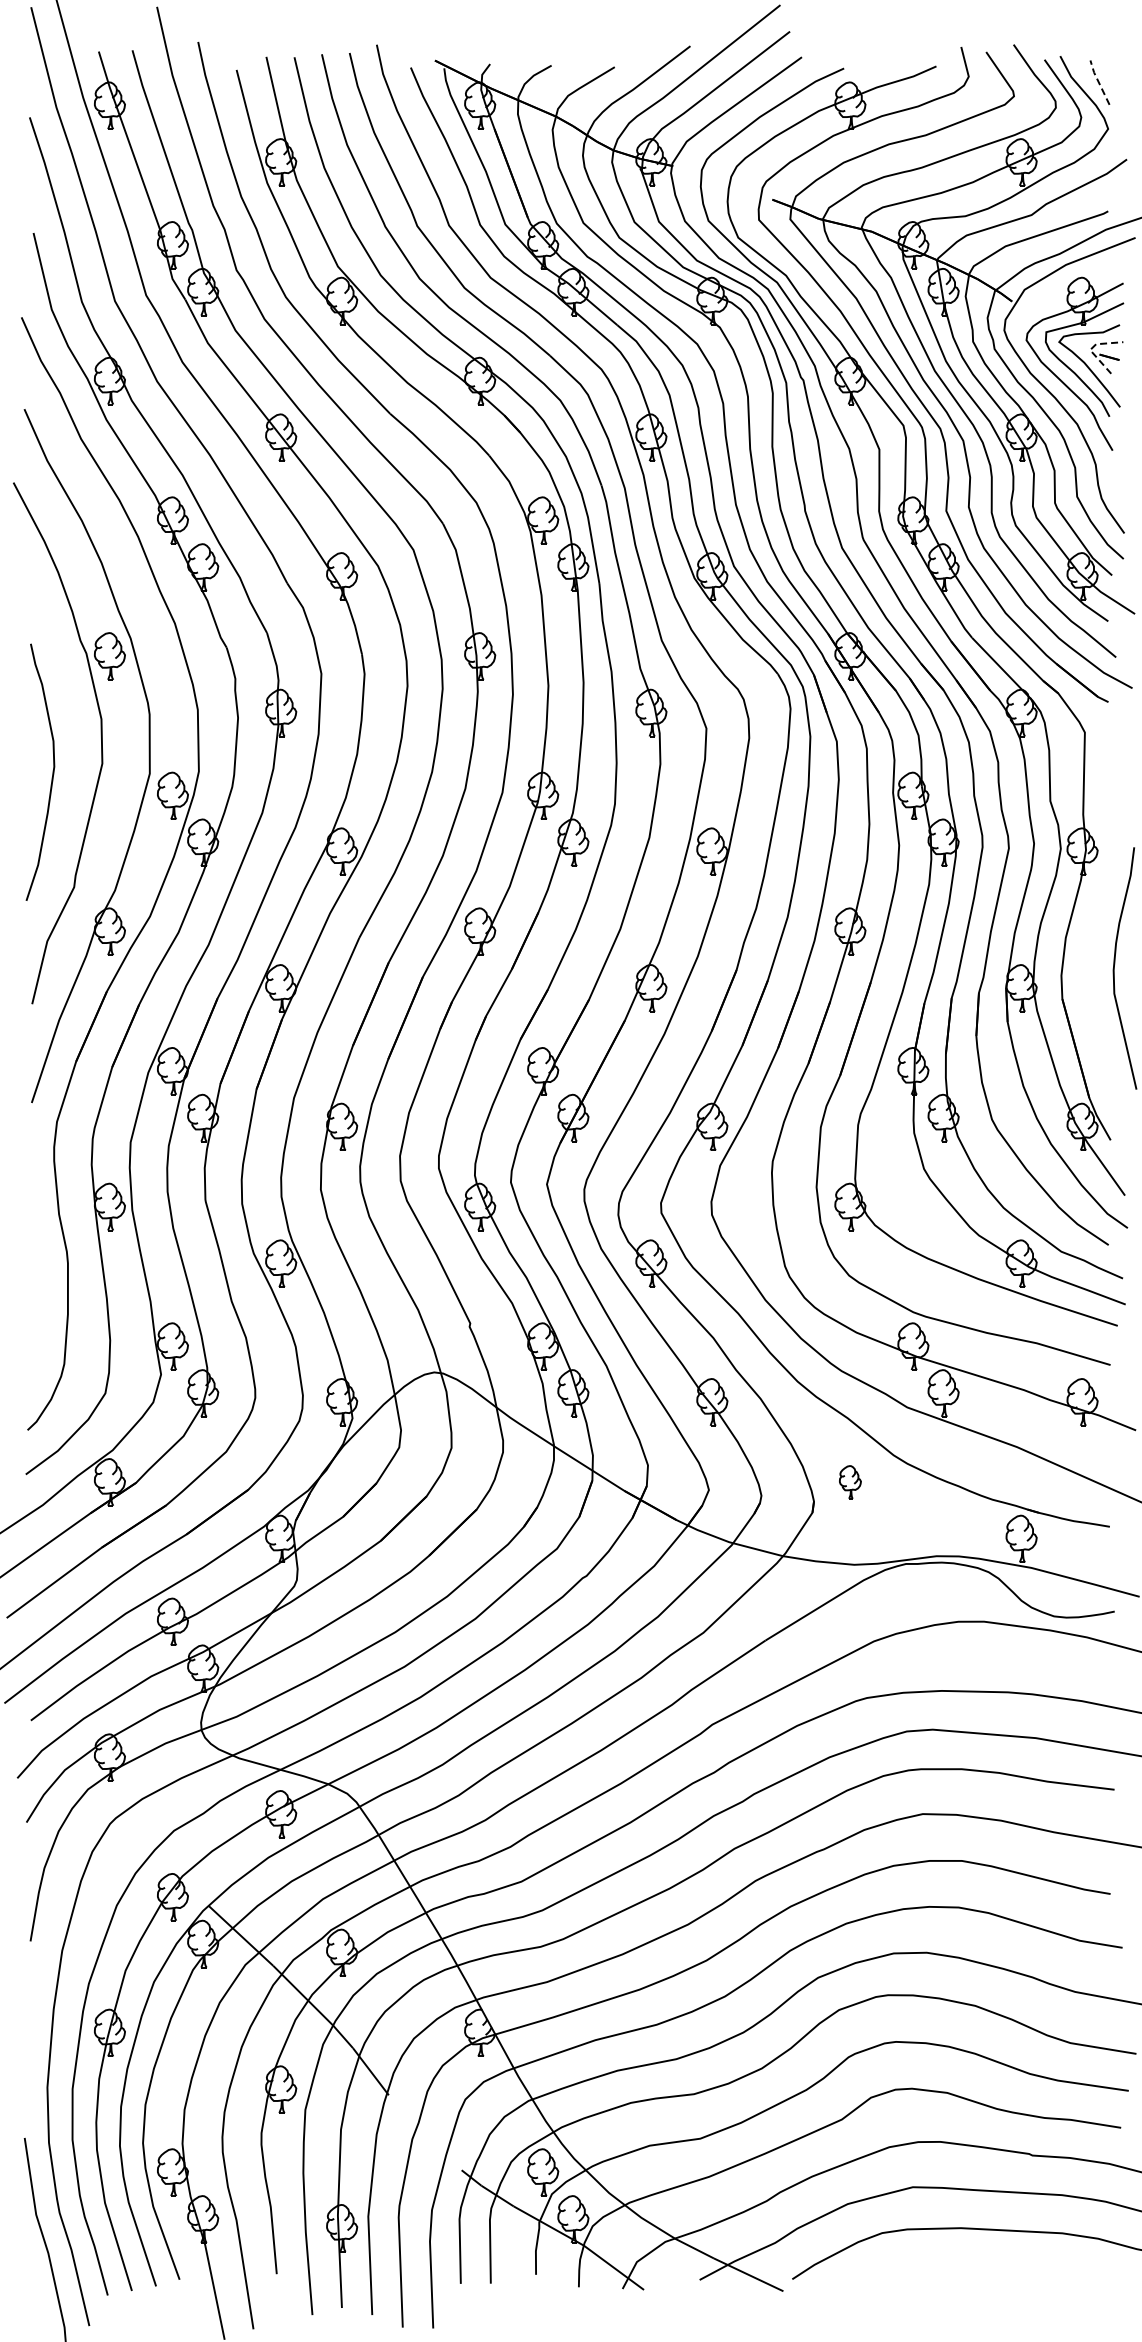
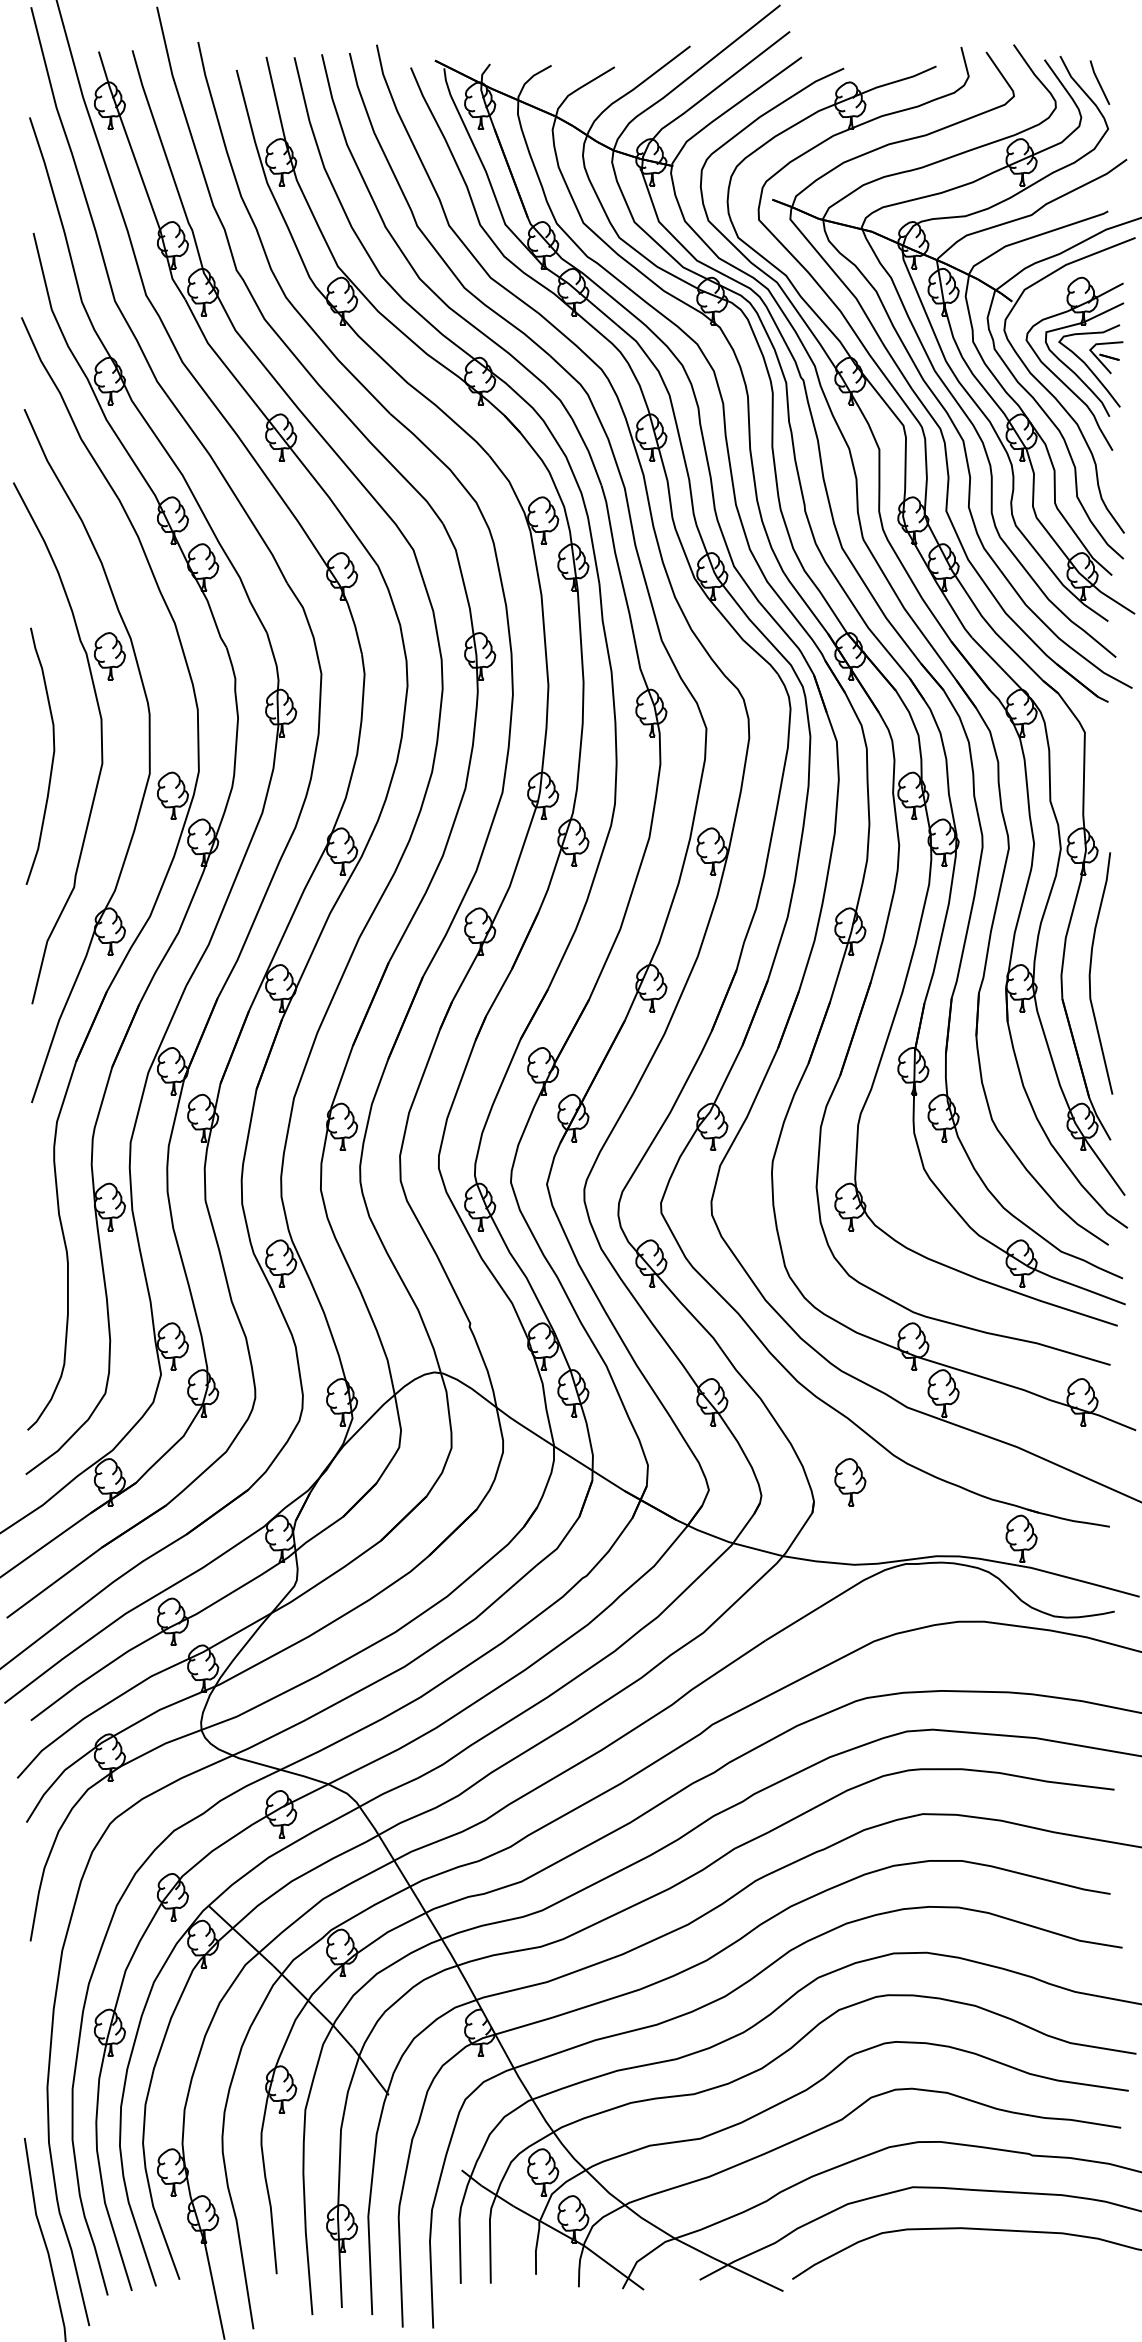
line at (1098, 82): dashed -> solid
line at (1092, 348): dashed -> solid
curve at (52, 771) position: (52, 771) -> (52, 755)
curve at (1115, 964) position: (1115, 964) -> (1091, 969)
part at (850, 1482) size: 23x35 px -> 33x49 px
